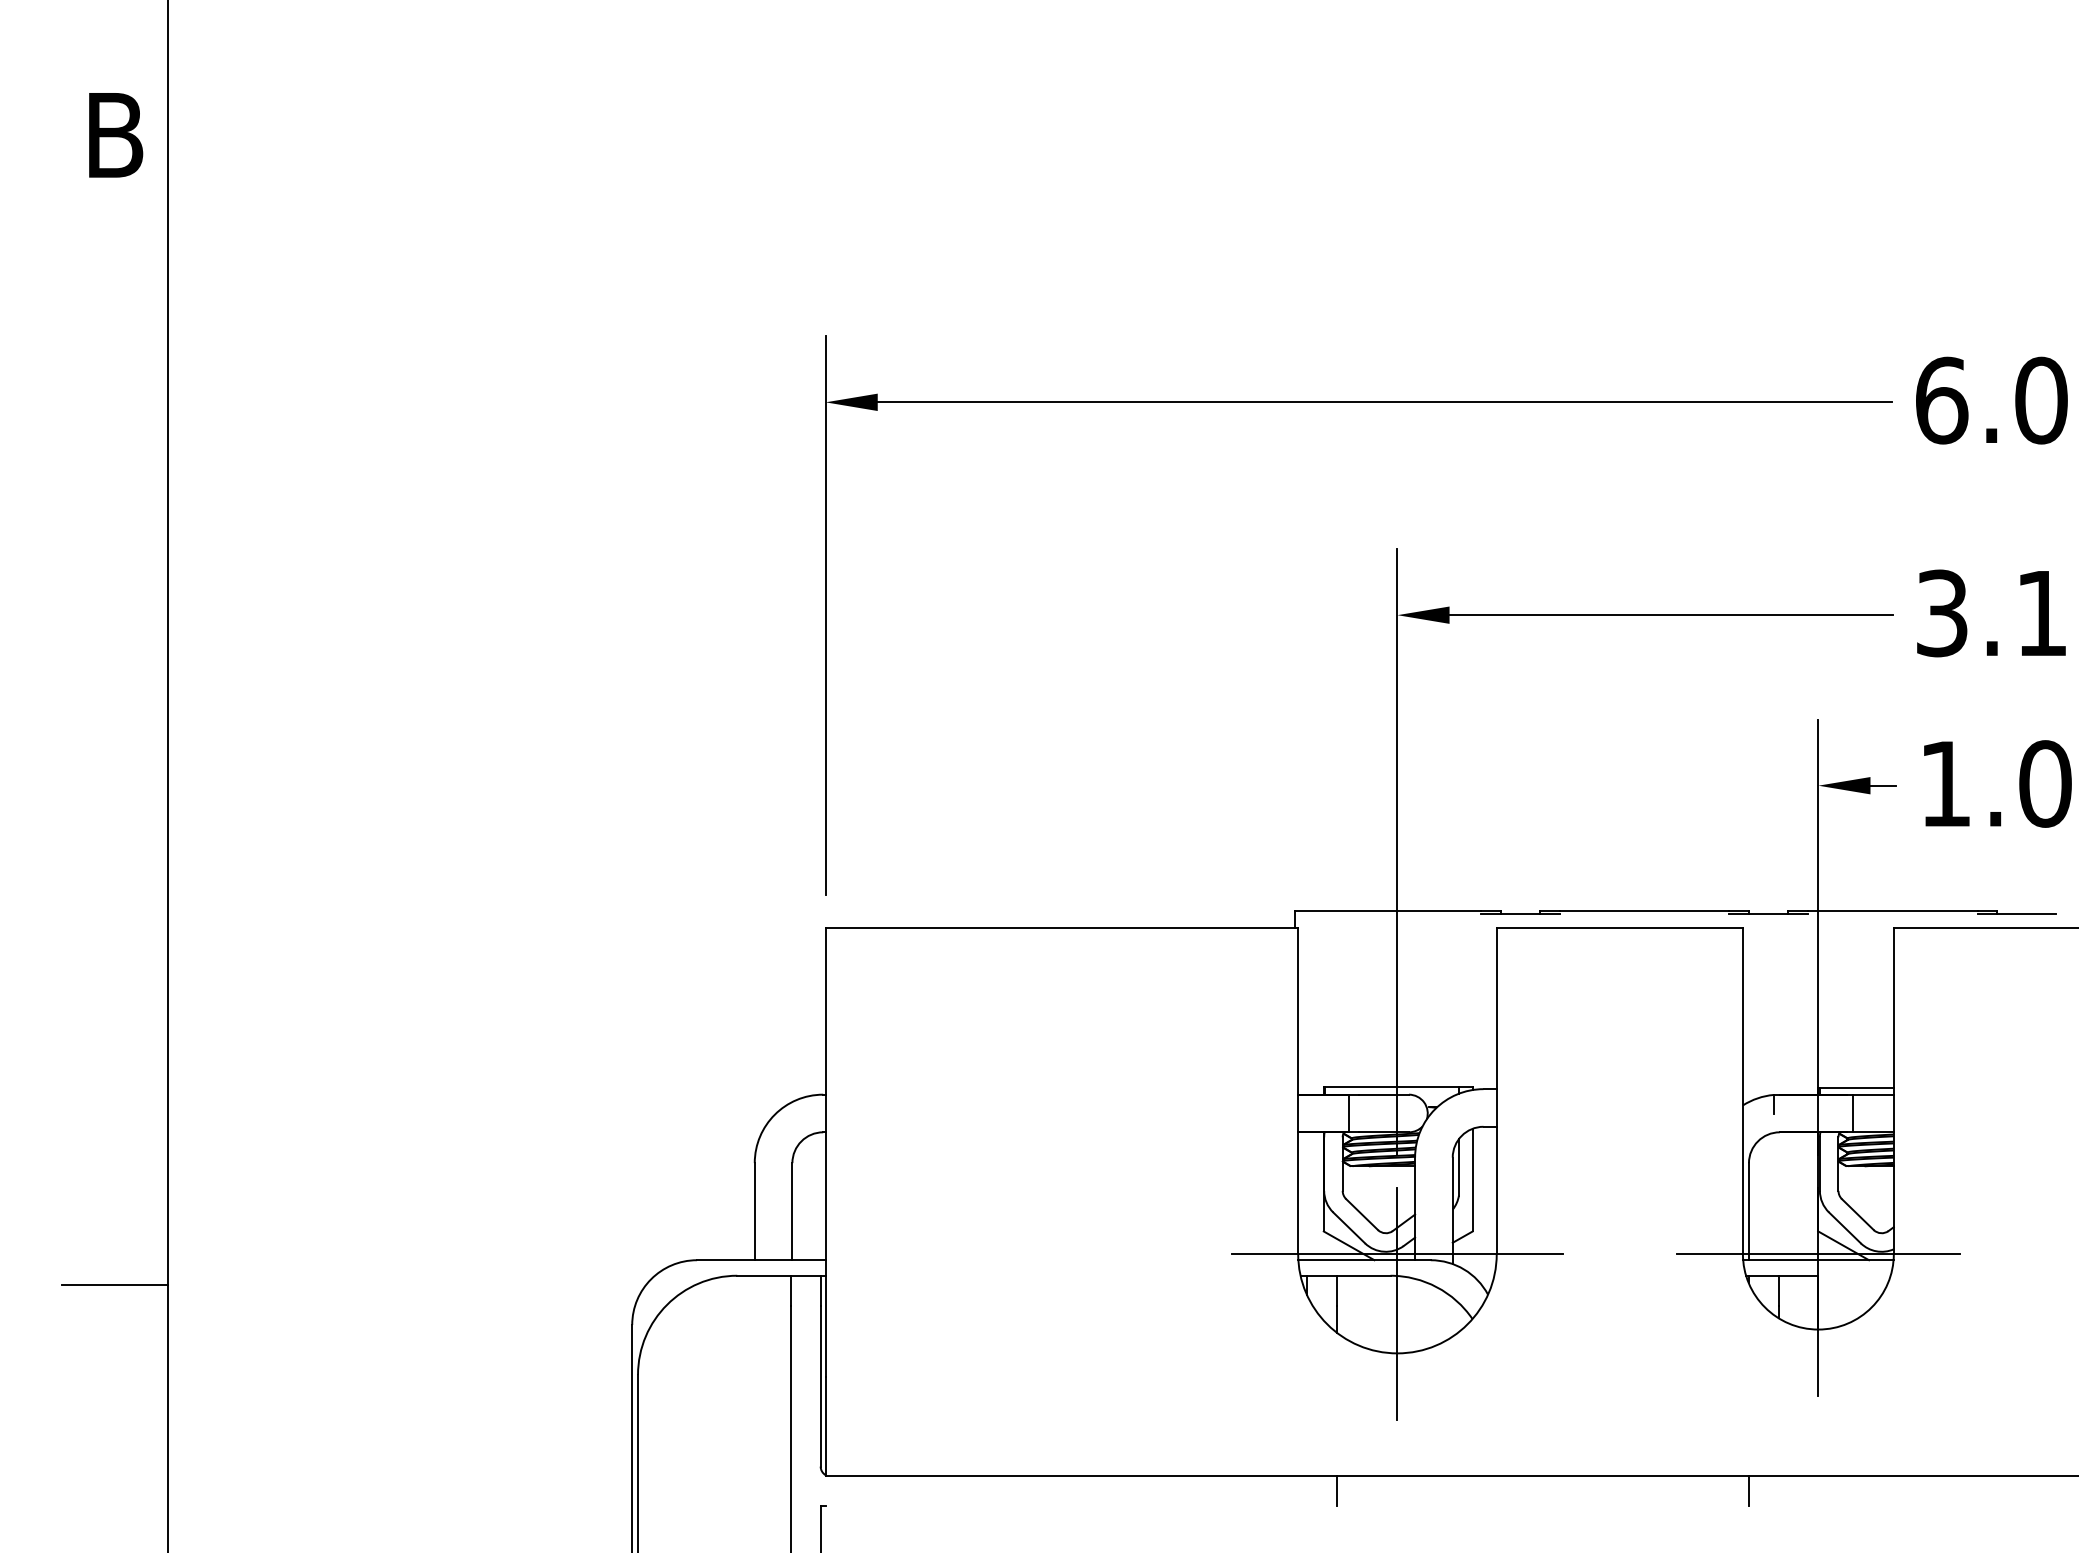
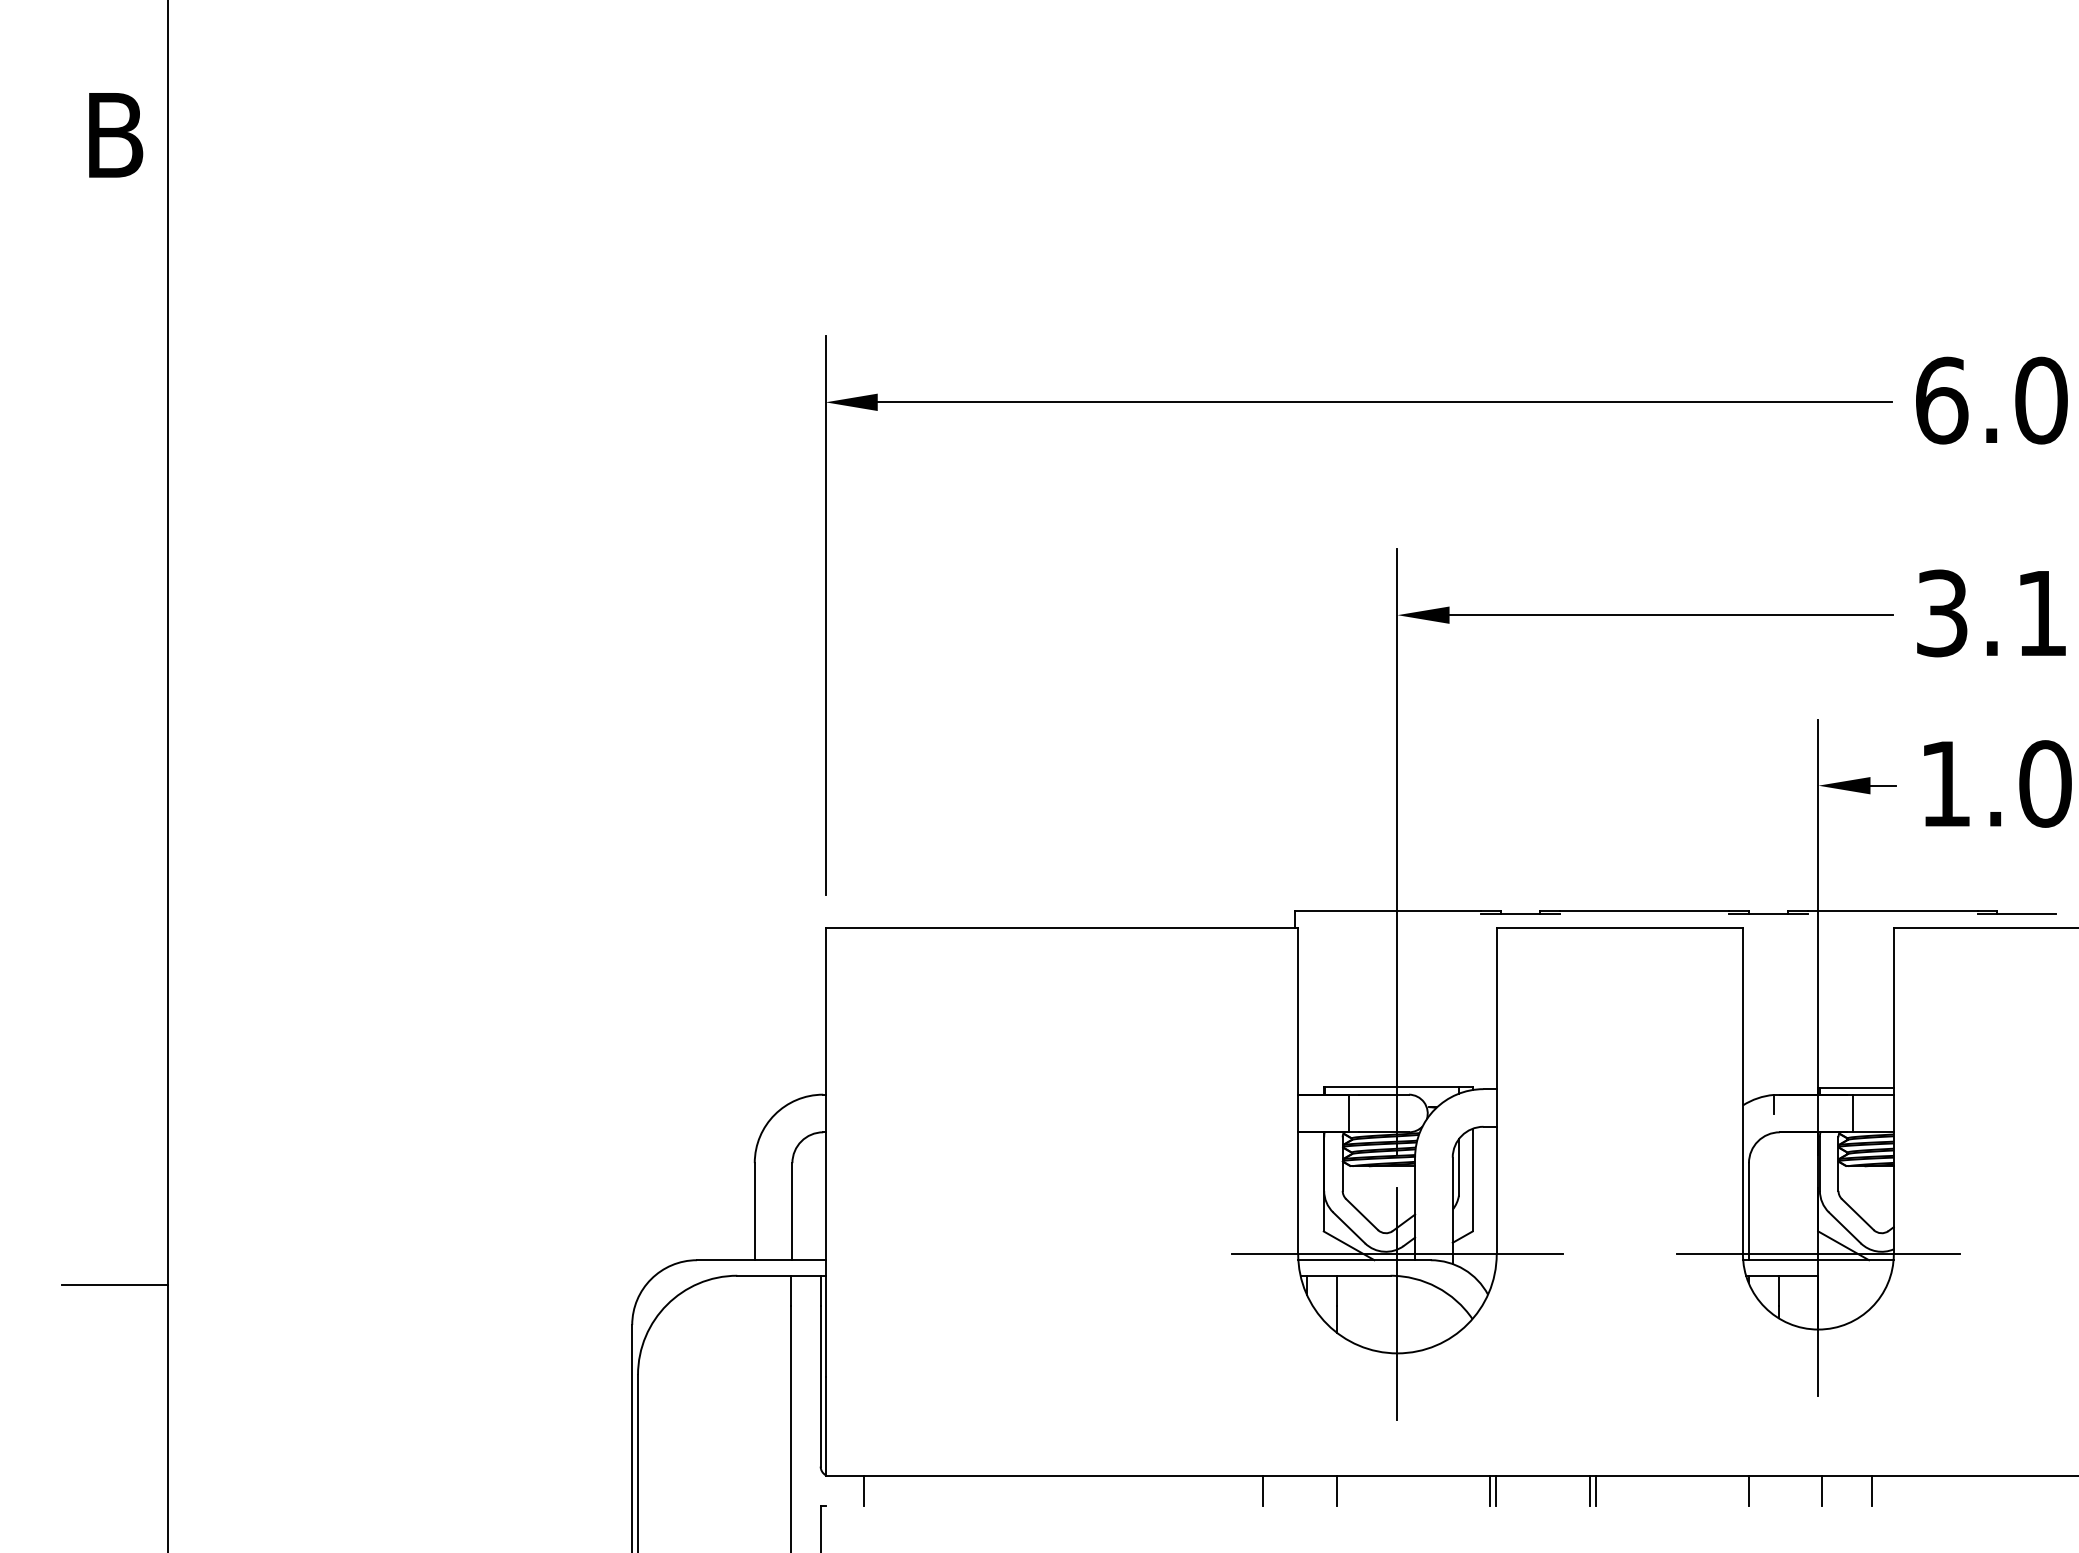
line at (864, 1491): none -> present
line at (1263, 1491): none -> present
line at (1489, 1491): none -> present
line at (1495, 1491): none -> present
line at (1590, 1491): none -> present
line at (1596, 1491): none -> present
line at (1822, 1491): none -> present
line at (1871, 1491): none -> present
